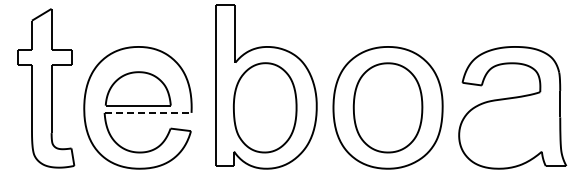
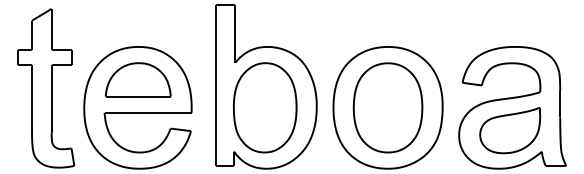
part at (138, 88) position: (138, 88) -> (138, 79)
line at (148, 112): dashed -> solid
part at (510, 130): none -> present
